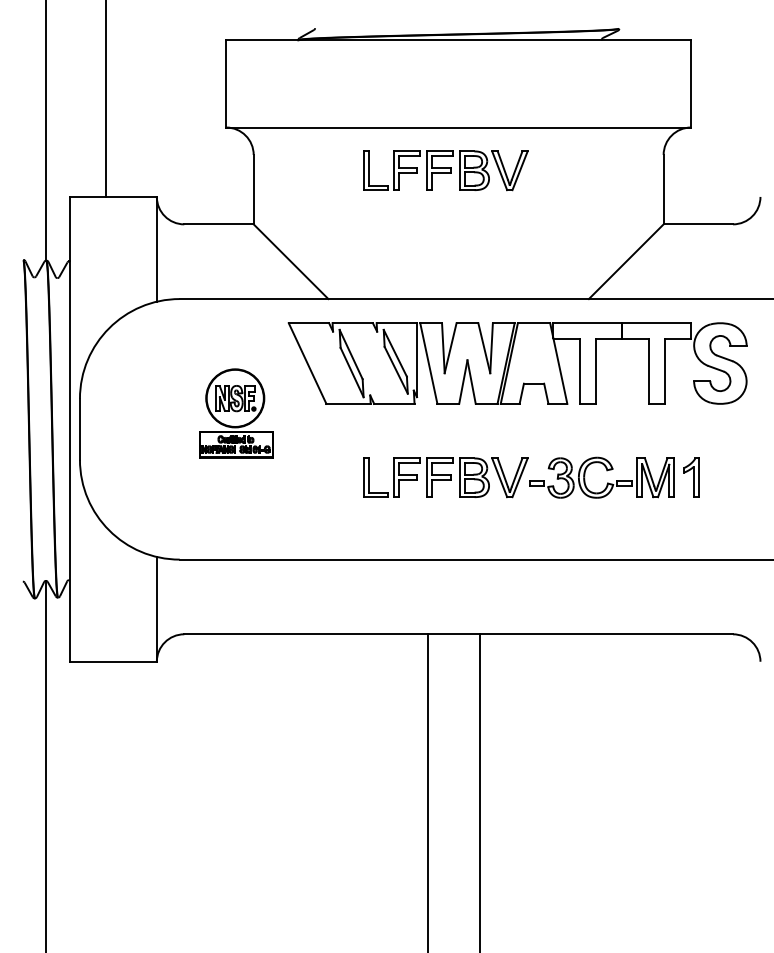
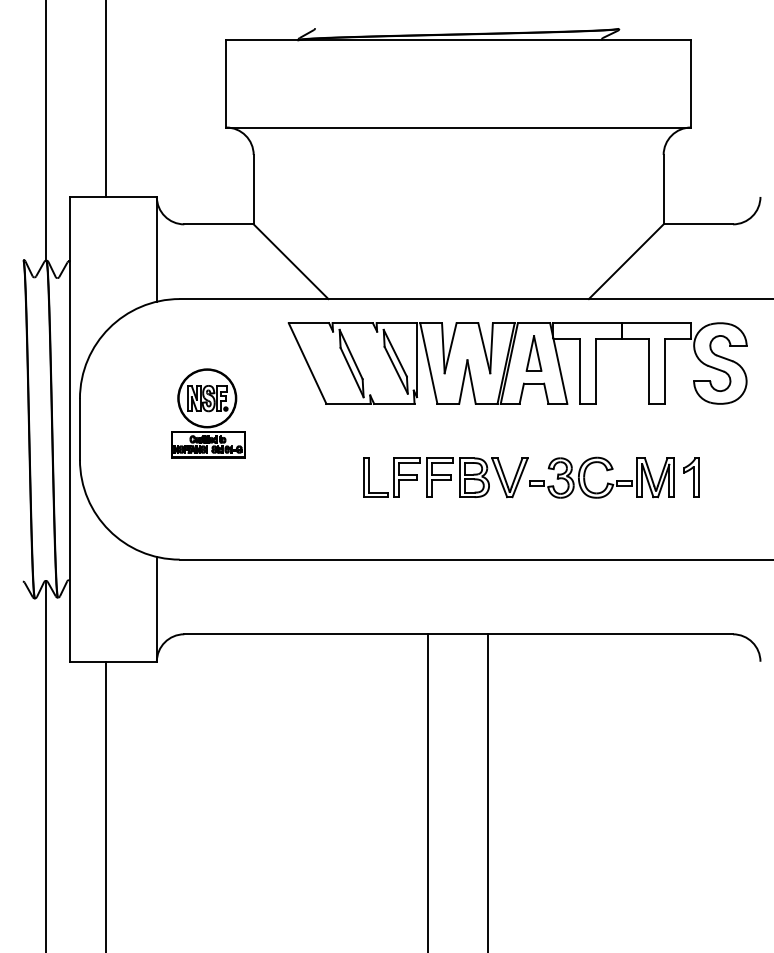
part at (445, 170): present -> none
part at (533, 353): none -> present
part at (236, 413) position: (236, 413) -> (208, 413)
line at (480, 791) position: (480, 791) -> (488, 791)
line at (105, 805): none -> present
